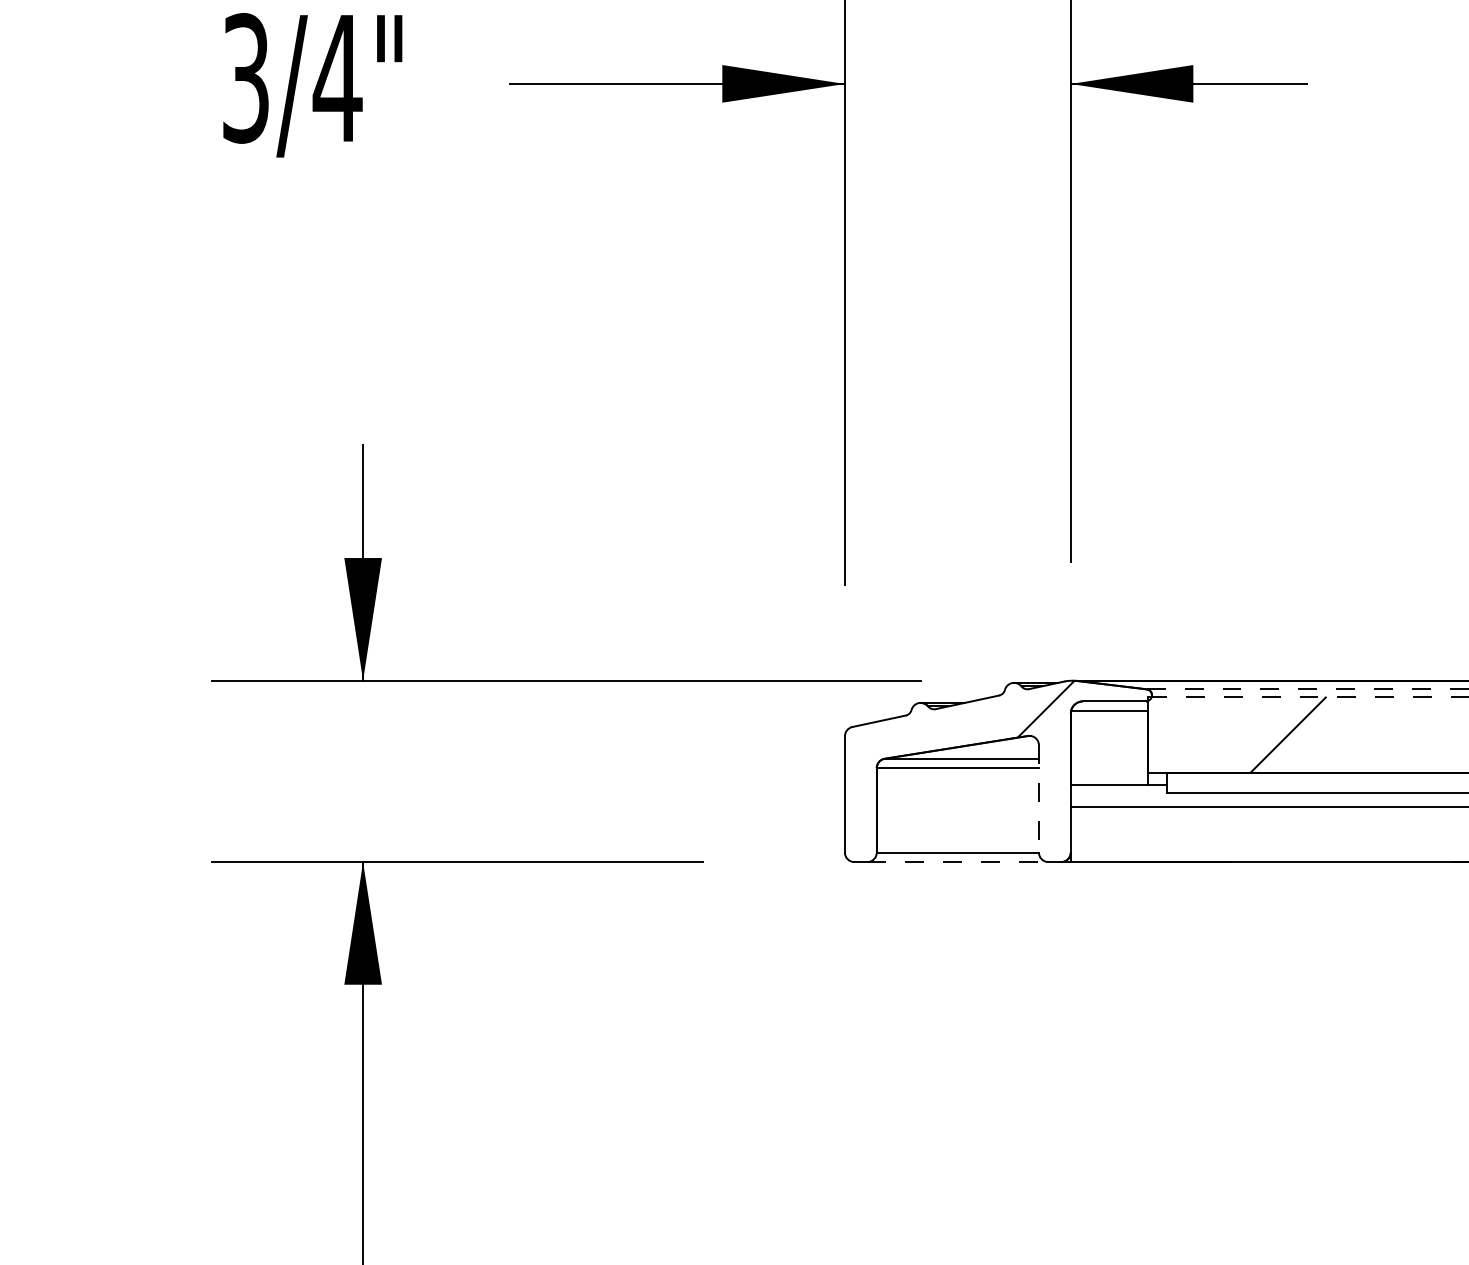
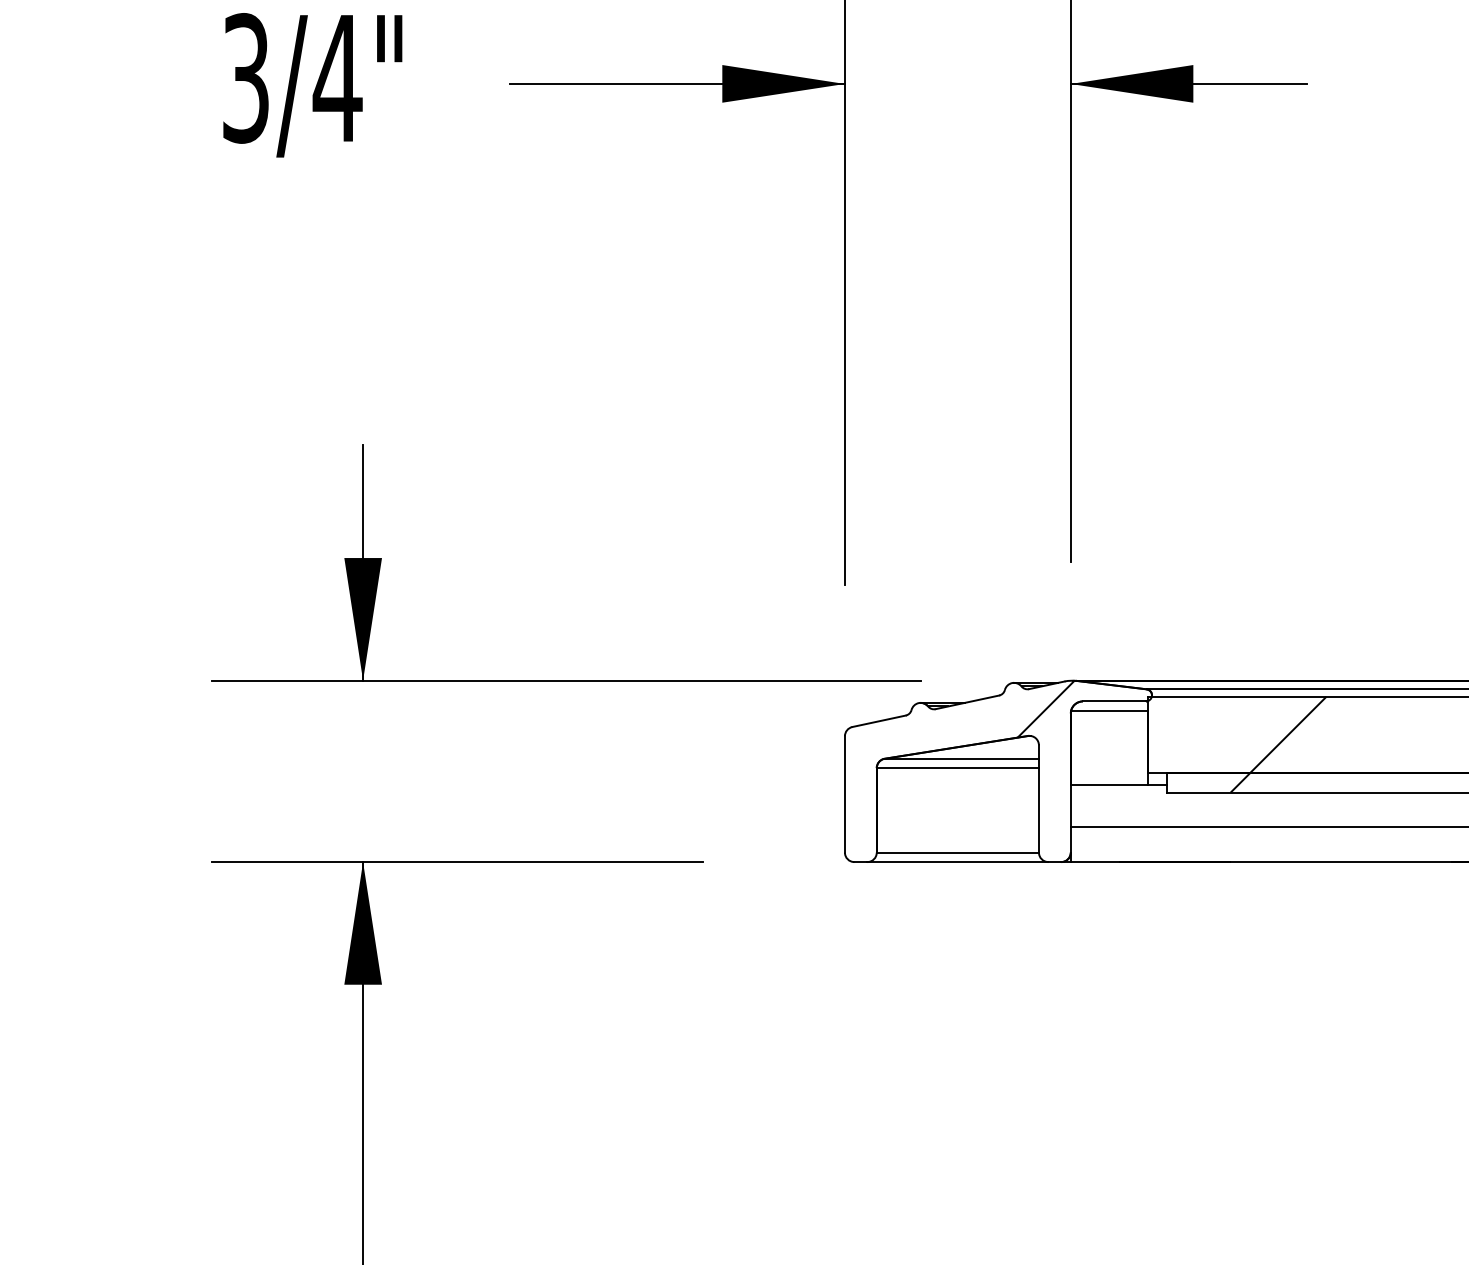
line at (1307, 689): dashed -> solid
line at (1308, 696): dashed -> solid
hatch at (1240, 782): none -> present
line at (1038, 798): dashed -> solid
line at (1267, 807) position: (1267, 807) -> (1267, 827)
line at (957, 862): dashed -> solid
